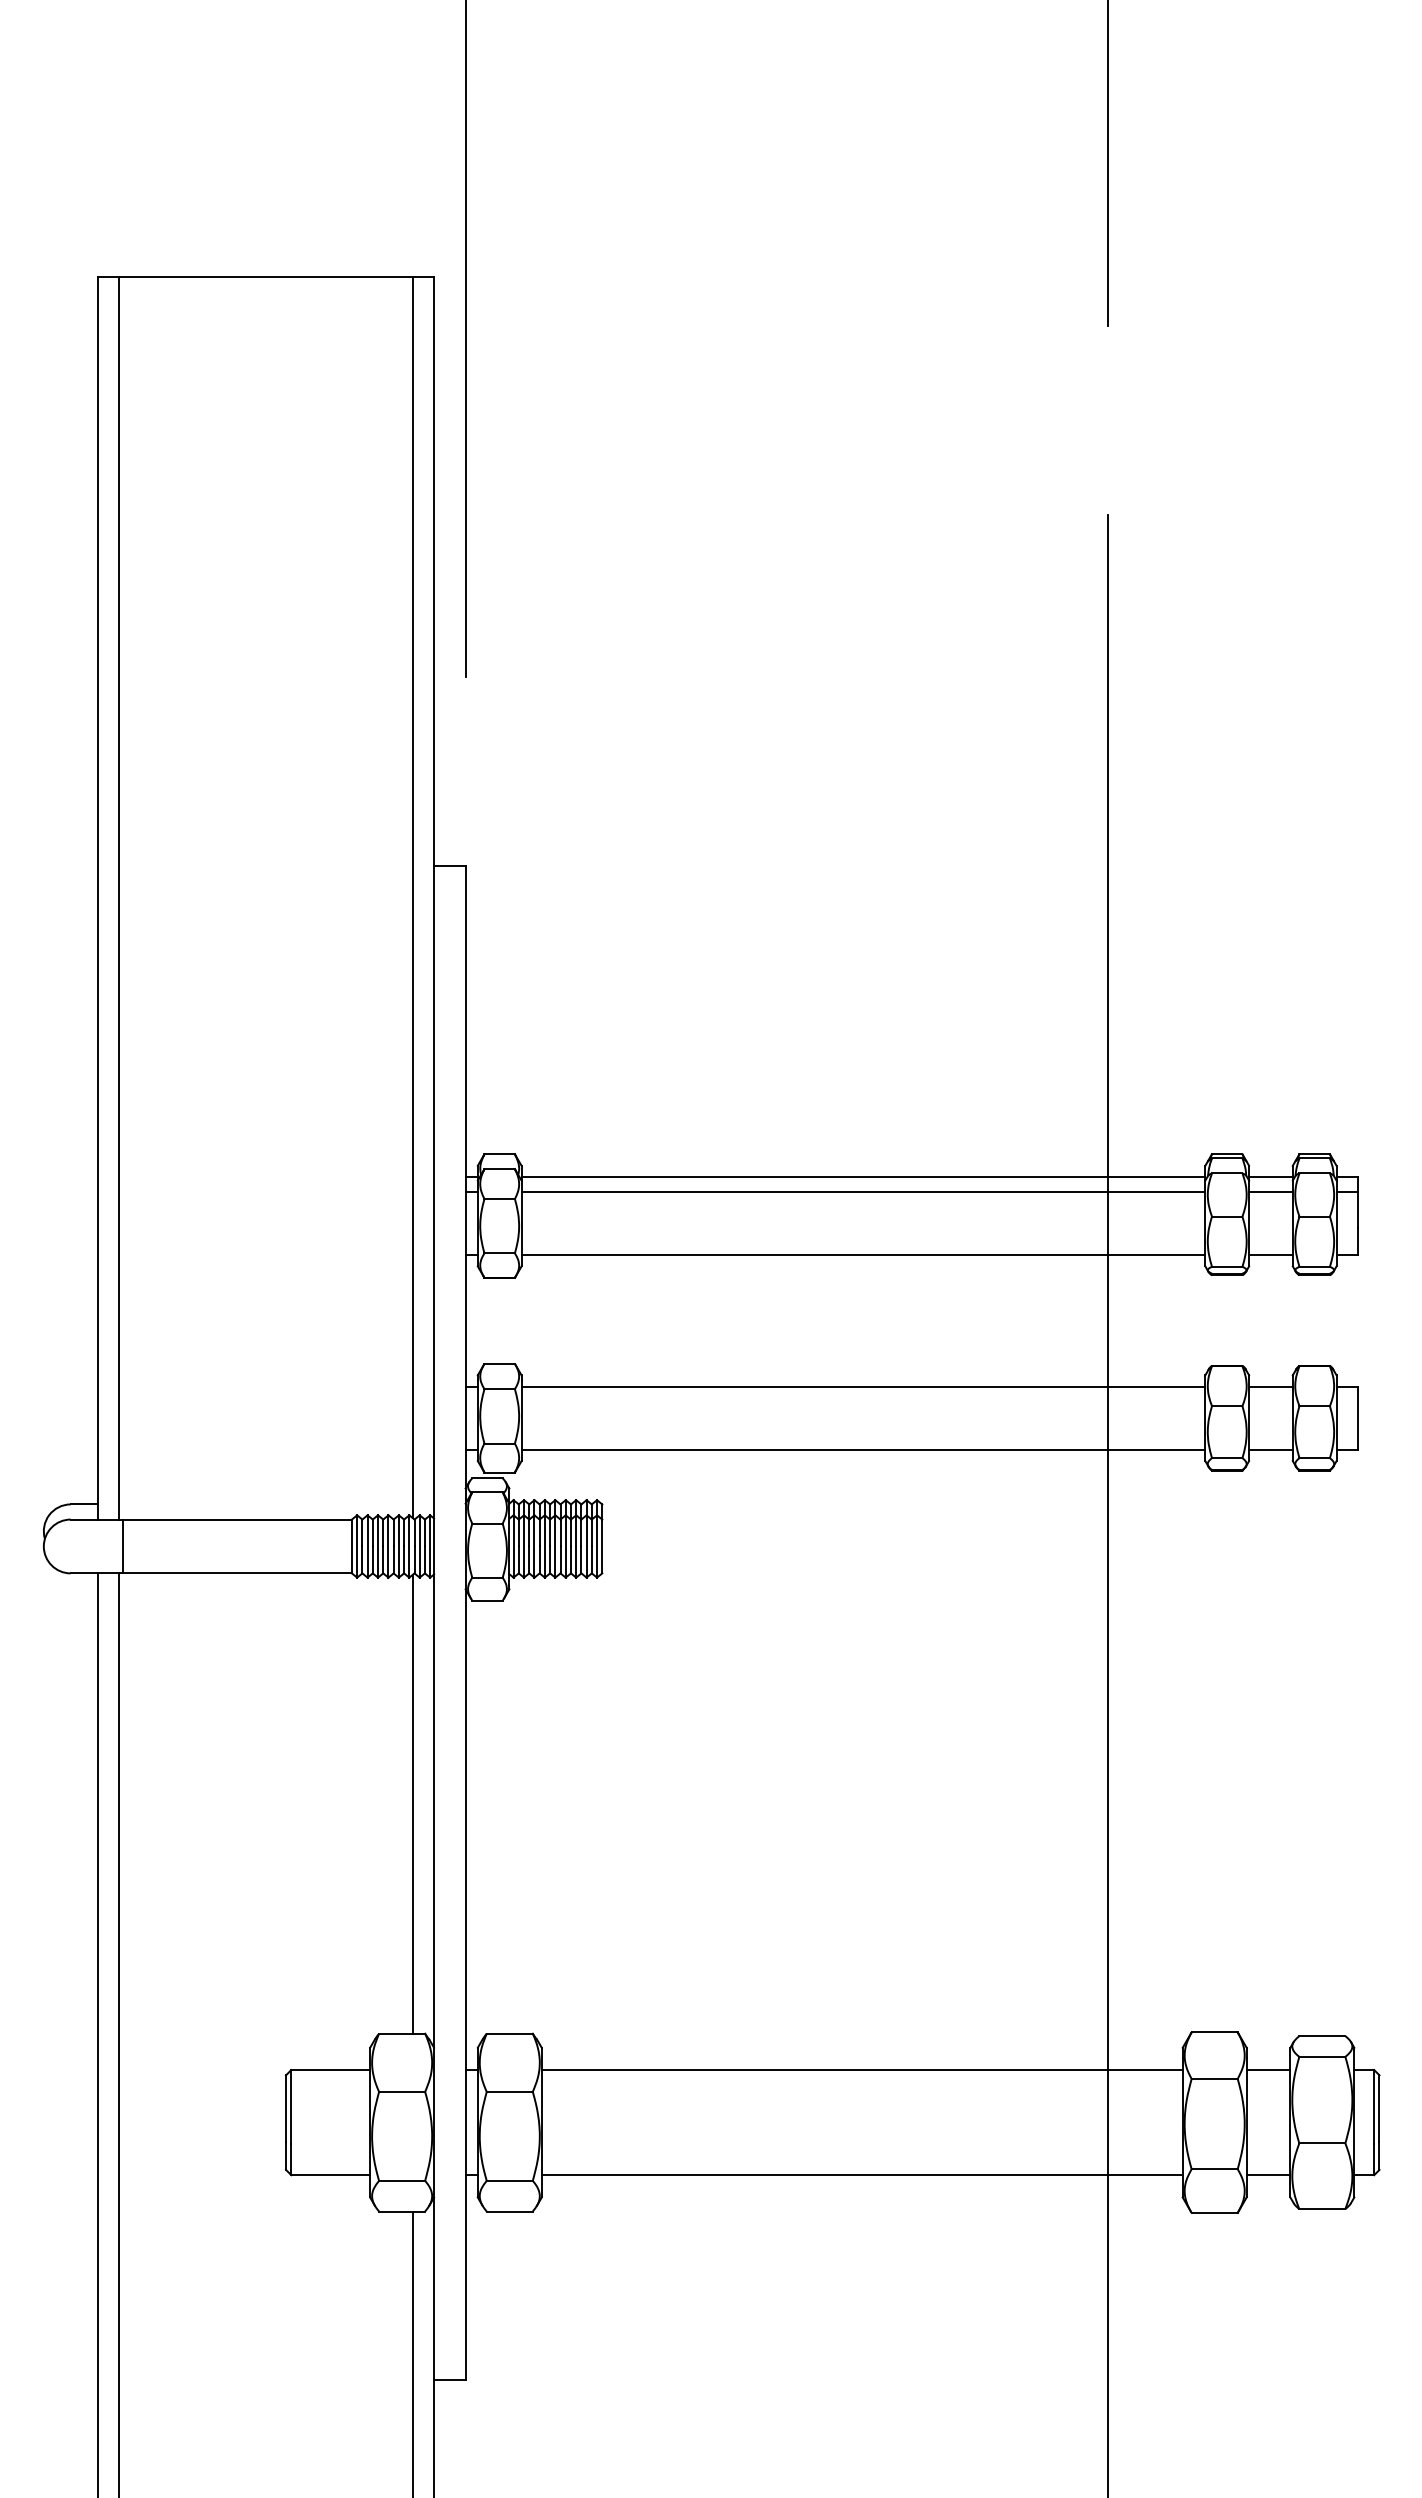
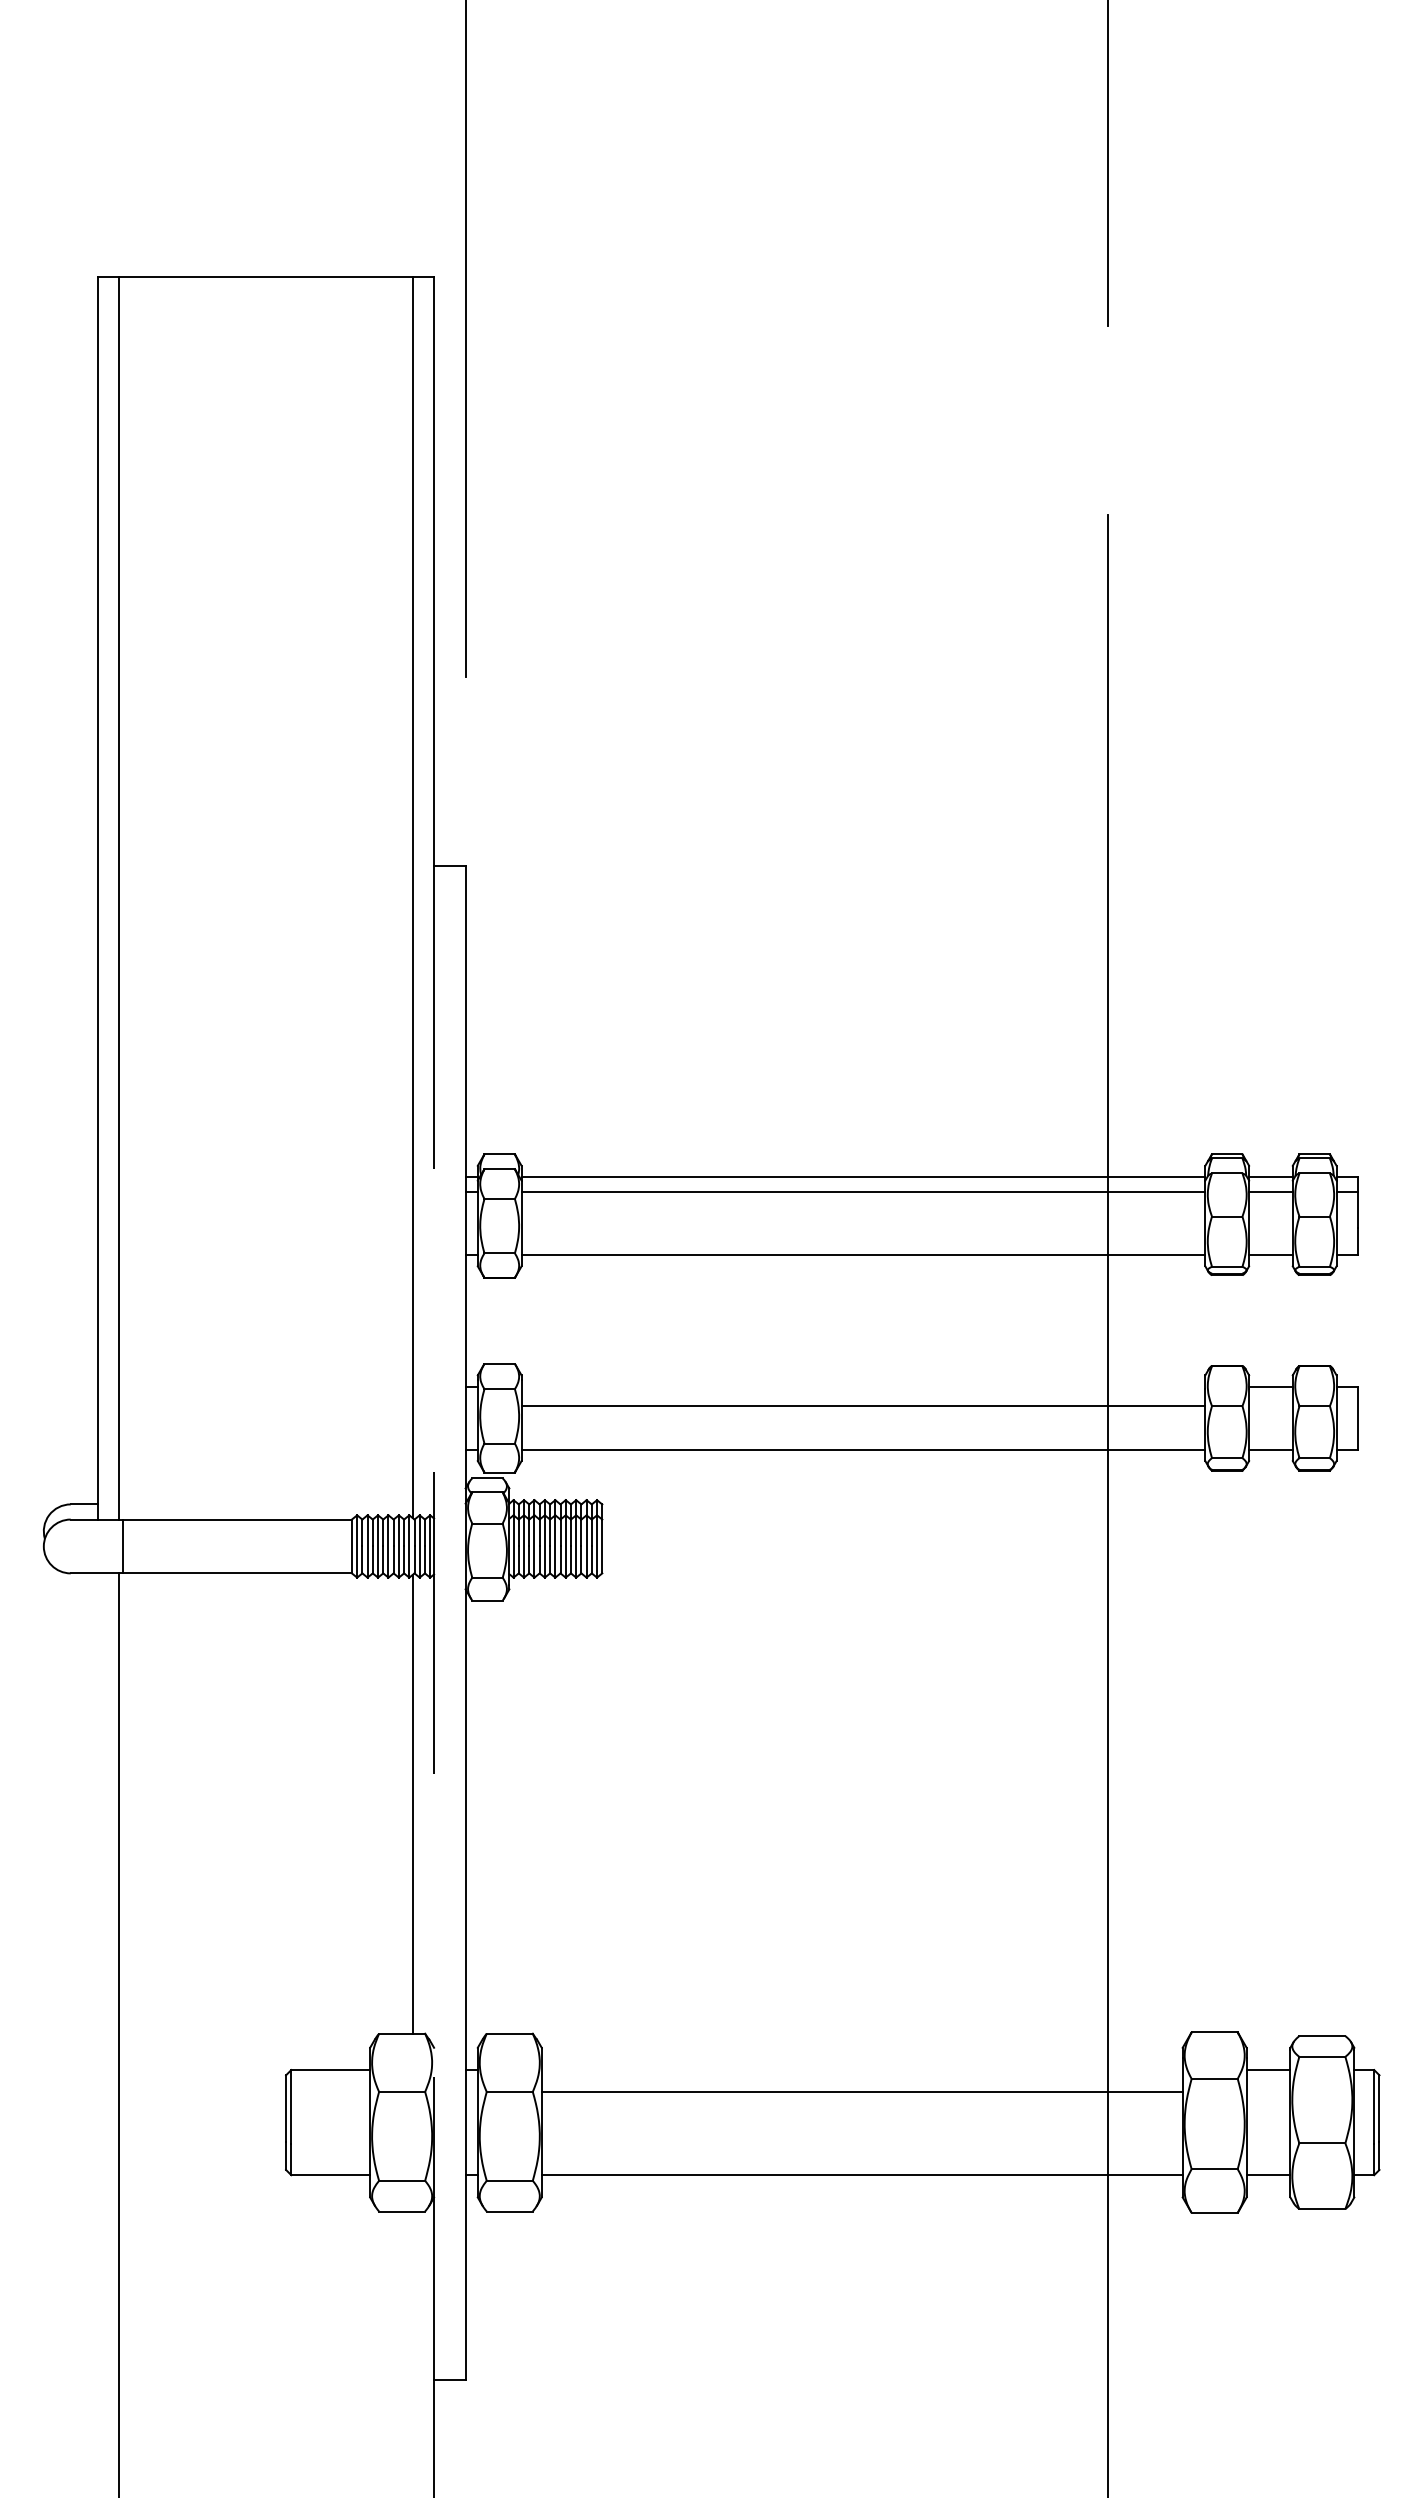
line at (863, 1386) position: (863, 1386) -> (863, 1405)
line at (434, 1623): solid -> dashed
line at (97, 2033): present -> none
line at (861, 2070) position: (861, 2070) -> (861, 2092)
line at (413, 2352): present -> none
